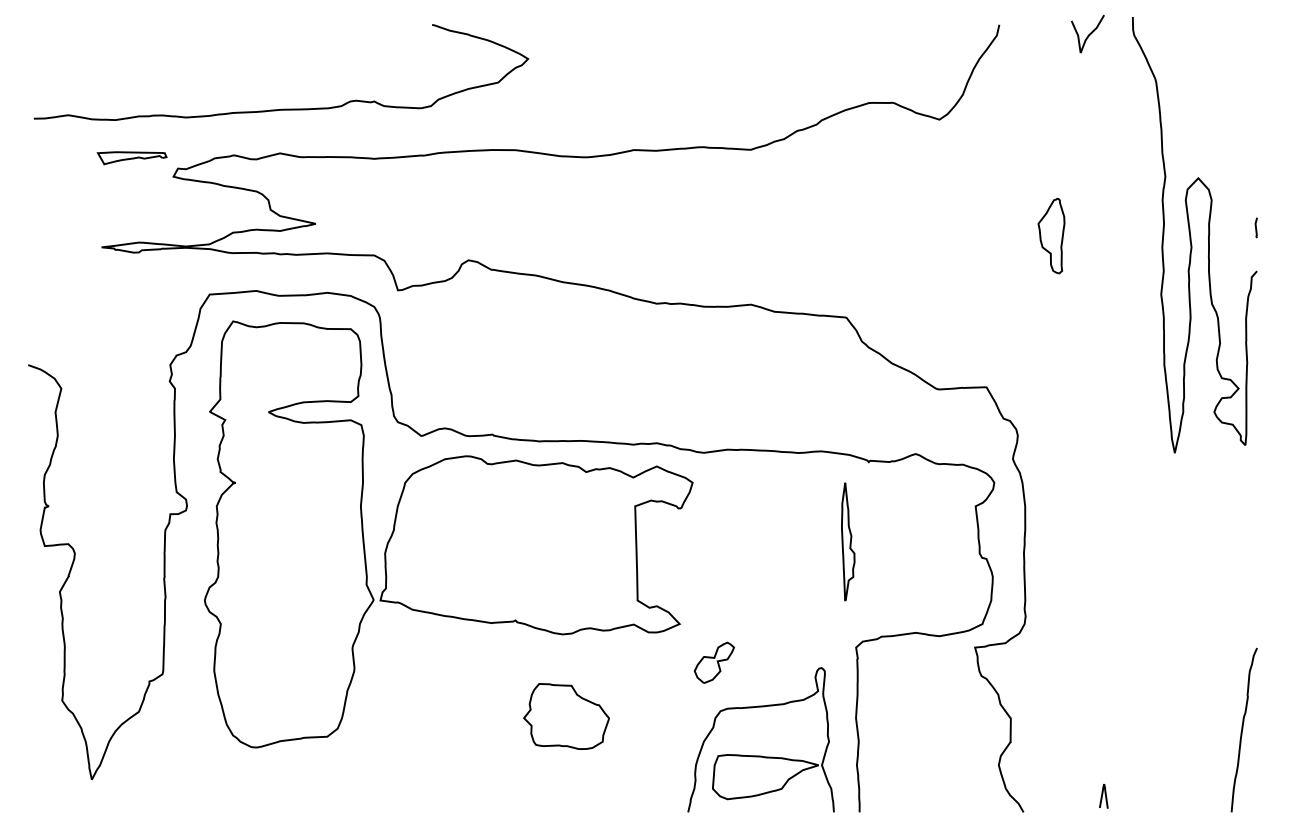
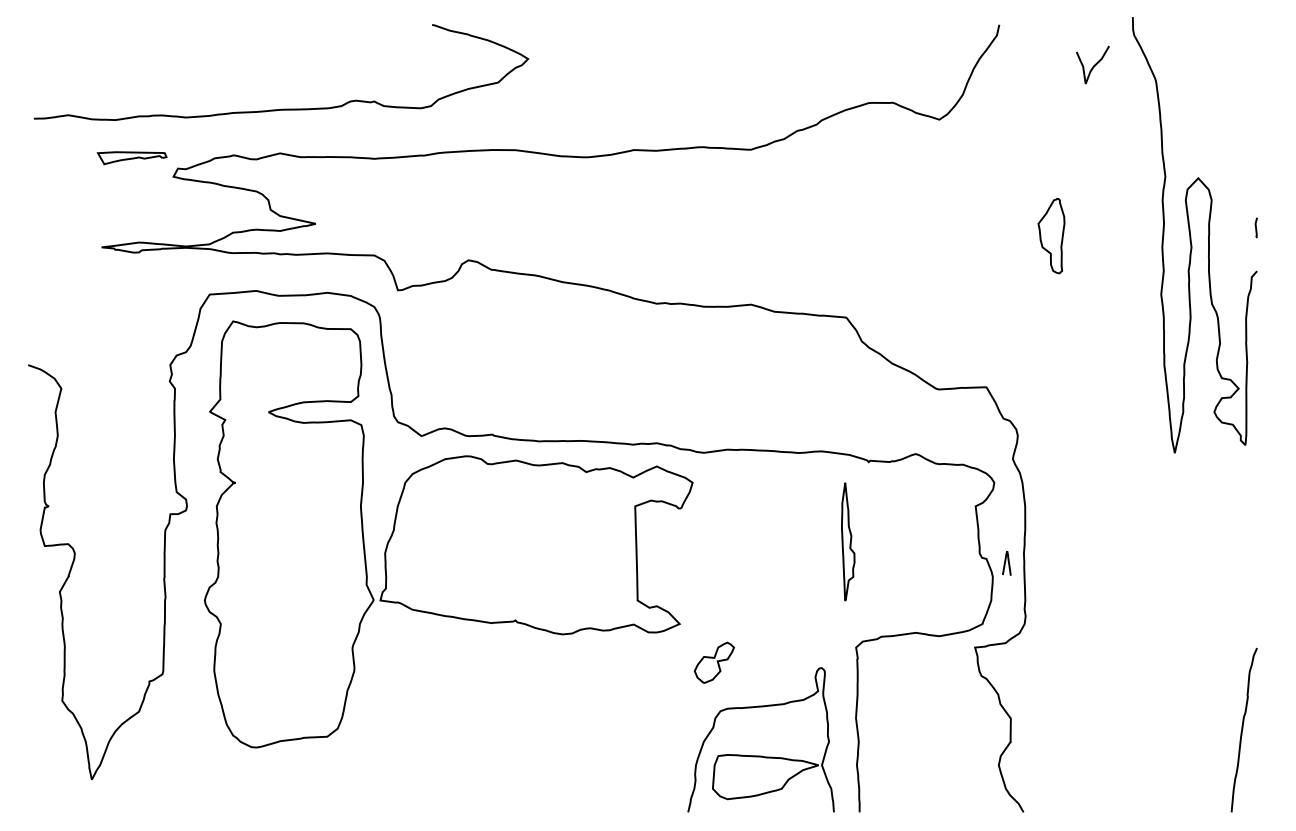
curve at (1088, 34) position: (1088, 34) -> (1093, 65)
part at (566, 716): present -> none
curve at (1102, 796) position: (1102, 796) -> (1005, 563)
